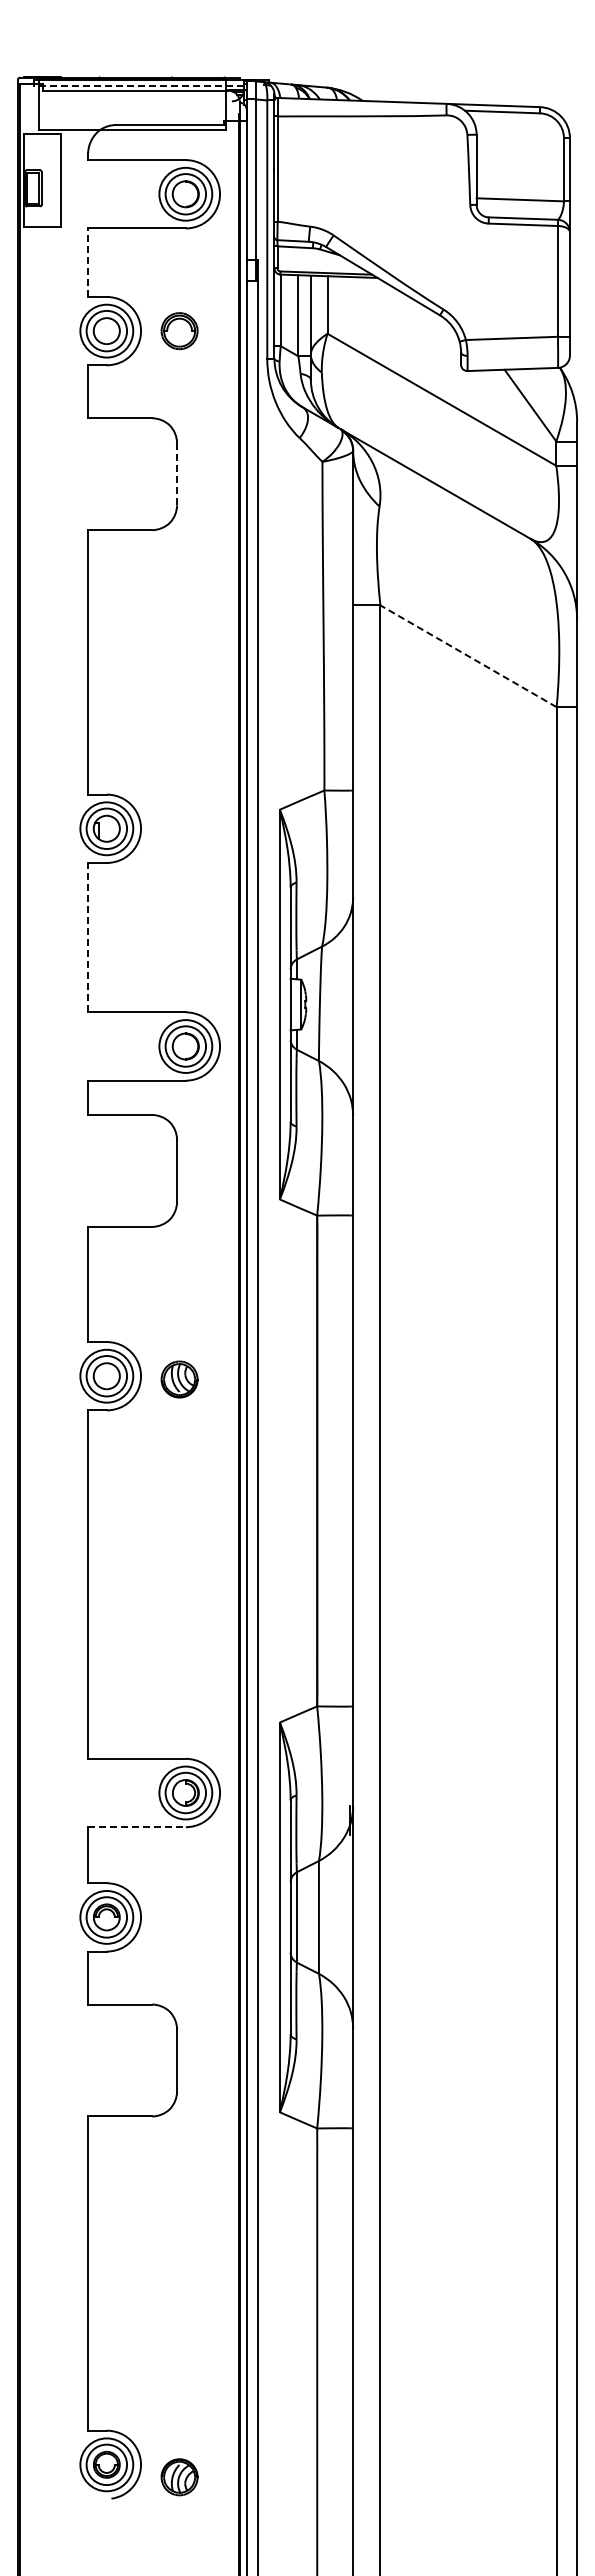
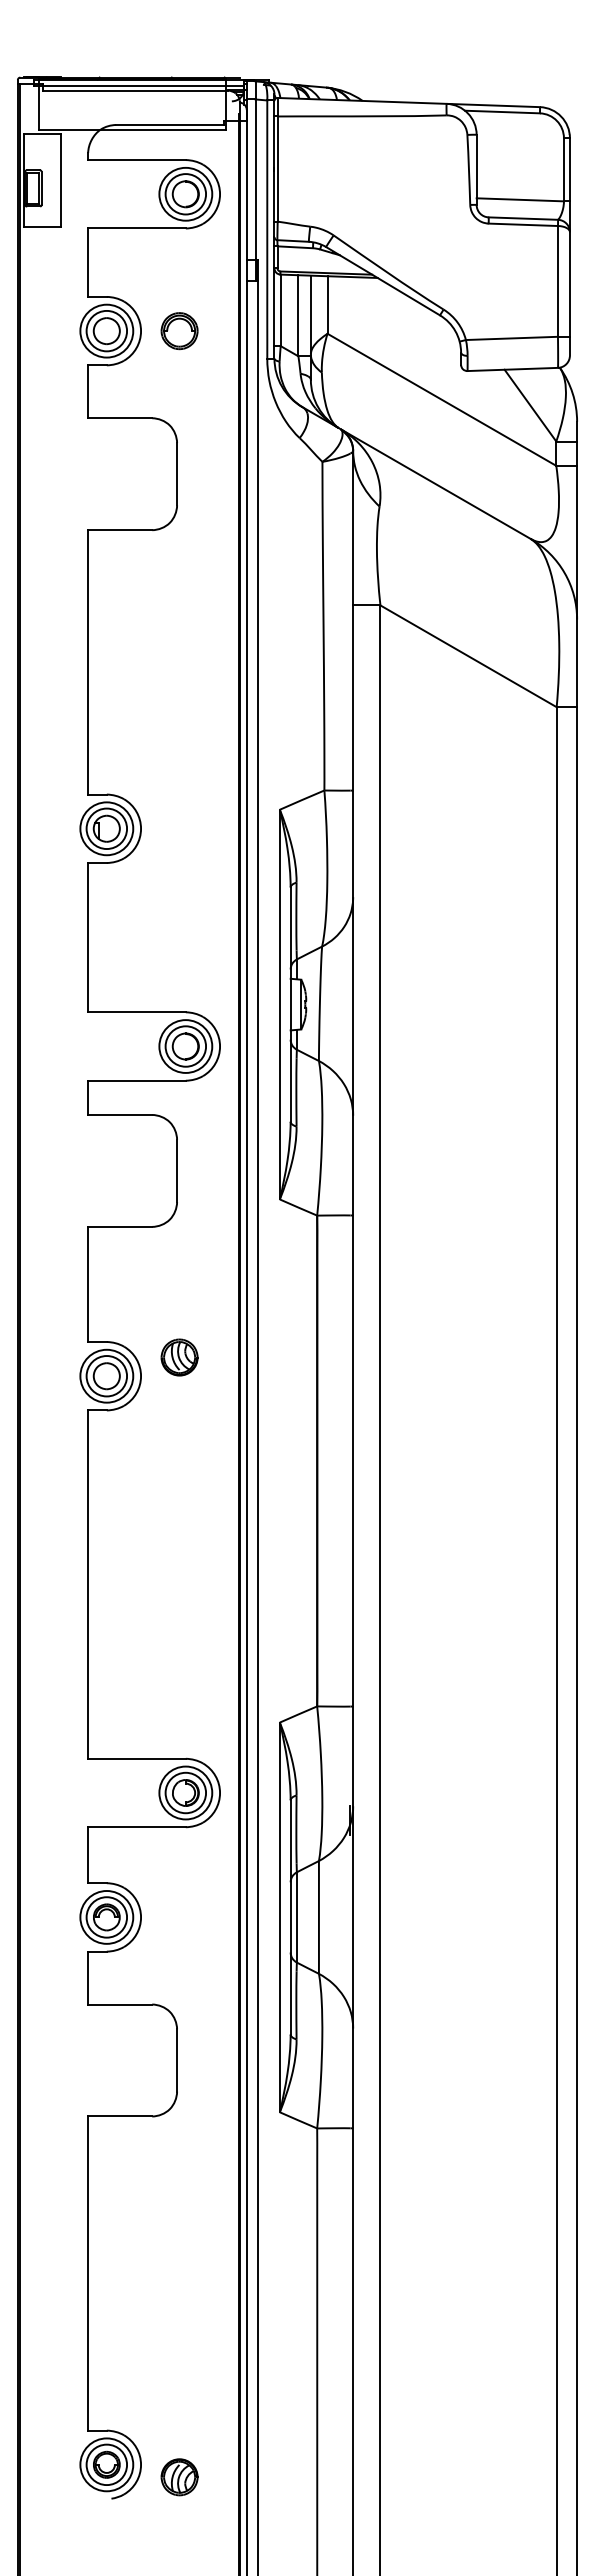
line at (138, 85): dashed -> solid
line at (88, 262): dashed -> solid
line at (177, 473): dashed -> solid
line at (468, 656): dashed -> solid
line at (88, 937): dashed -> solid
part at (179, 1379) position: (179, 1379) -> (179, 1357)
line at (137, 1827): dashed -> solid
